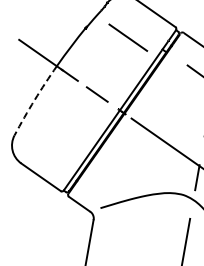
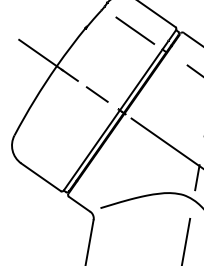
line at (128, 37) position: (128, 37) -> (135, 30)
arc at (34, 100): dashed -> solid
